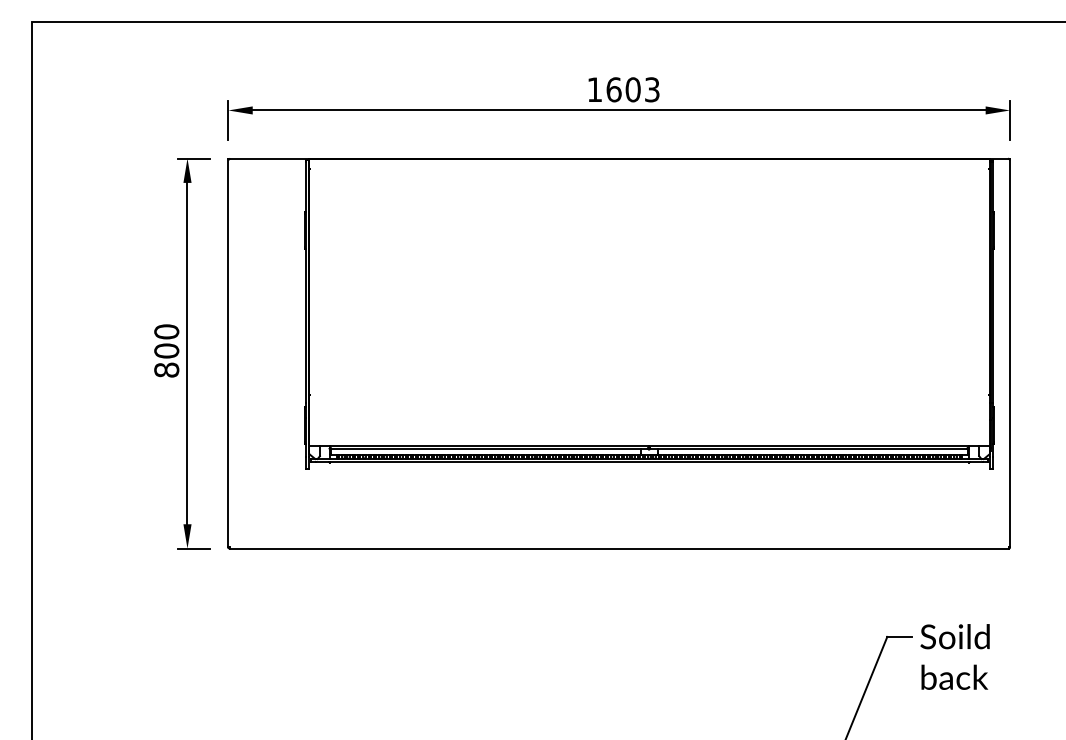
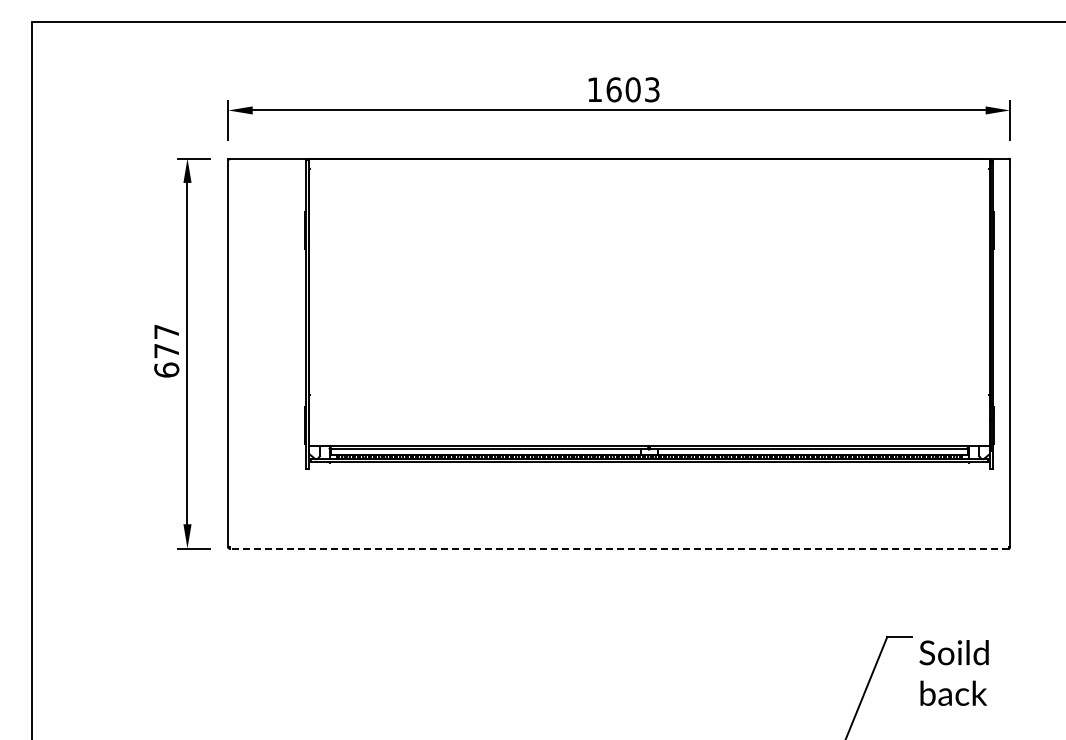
text at (166, 350): 800 -> 677
line at (619, 548): solid -> dashed
text at (954, 656) position: (954, 656) -> (953, 672)
